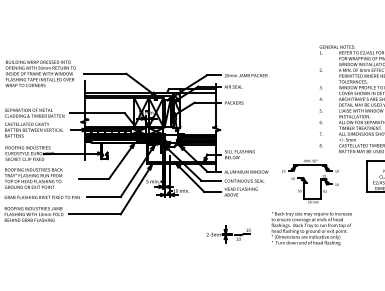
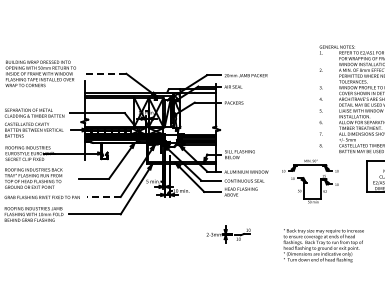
line at (104, 73): solid -> dashed
line at (103, 197): solid -> dashed
text at (311, 228) position: (311, 228) -> (323, 245)
